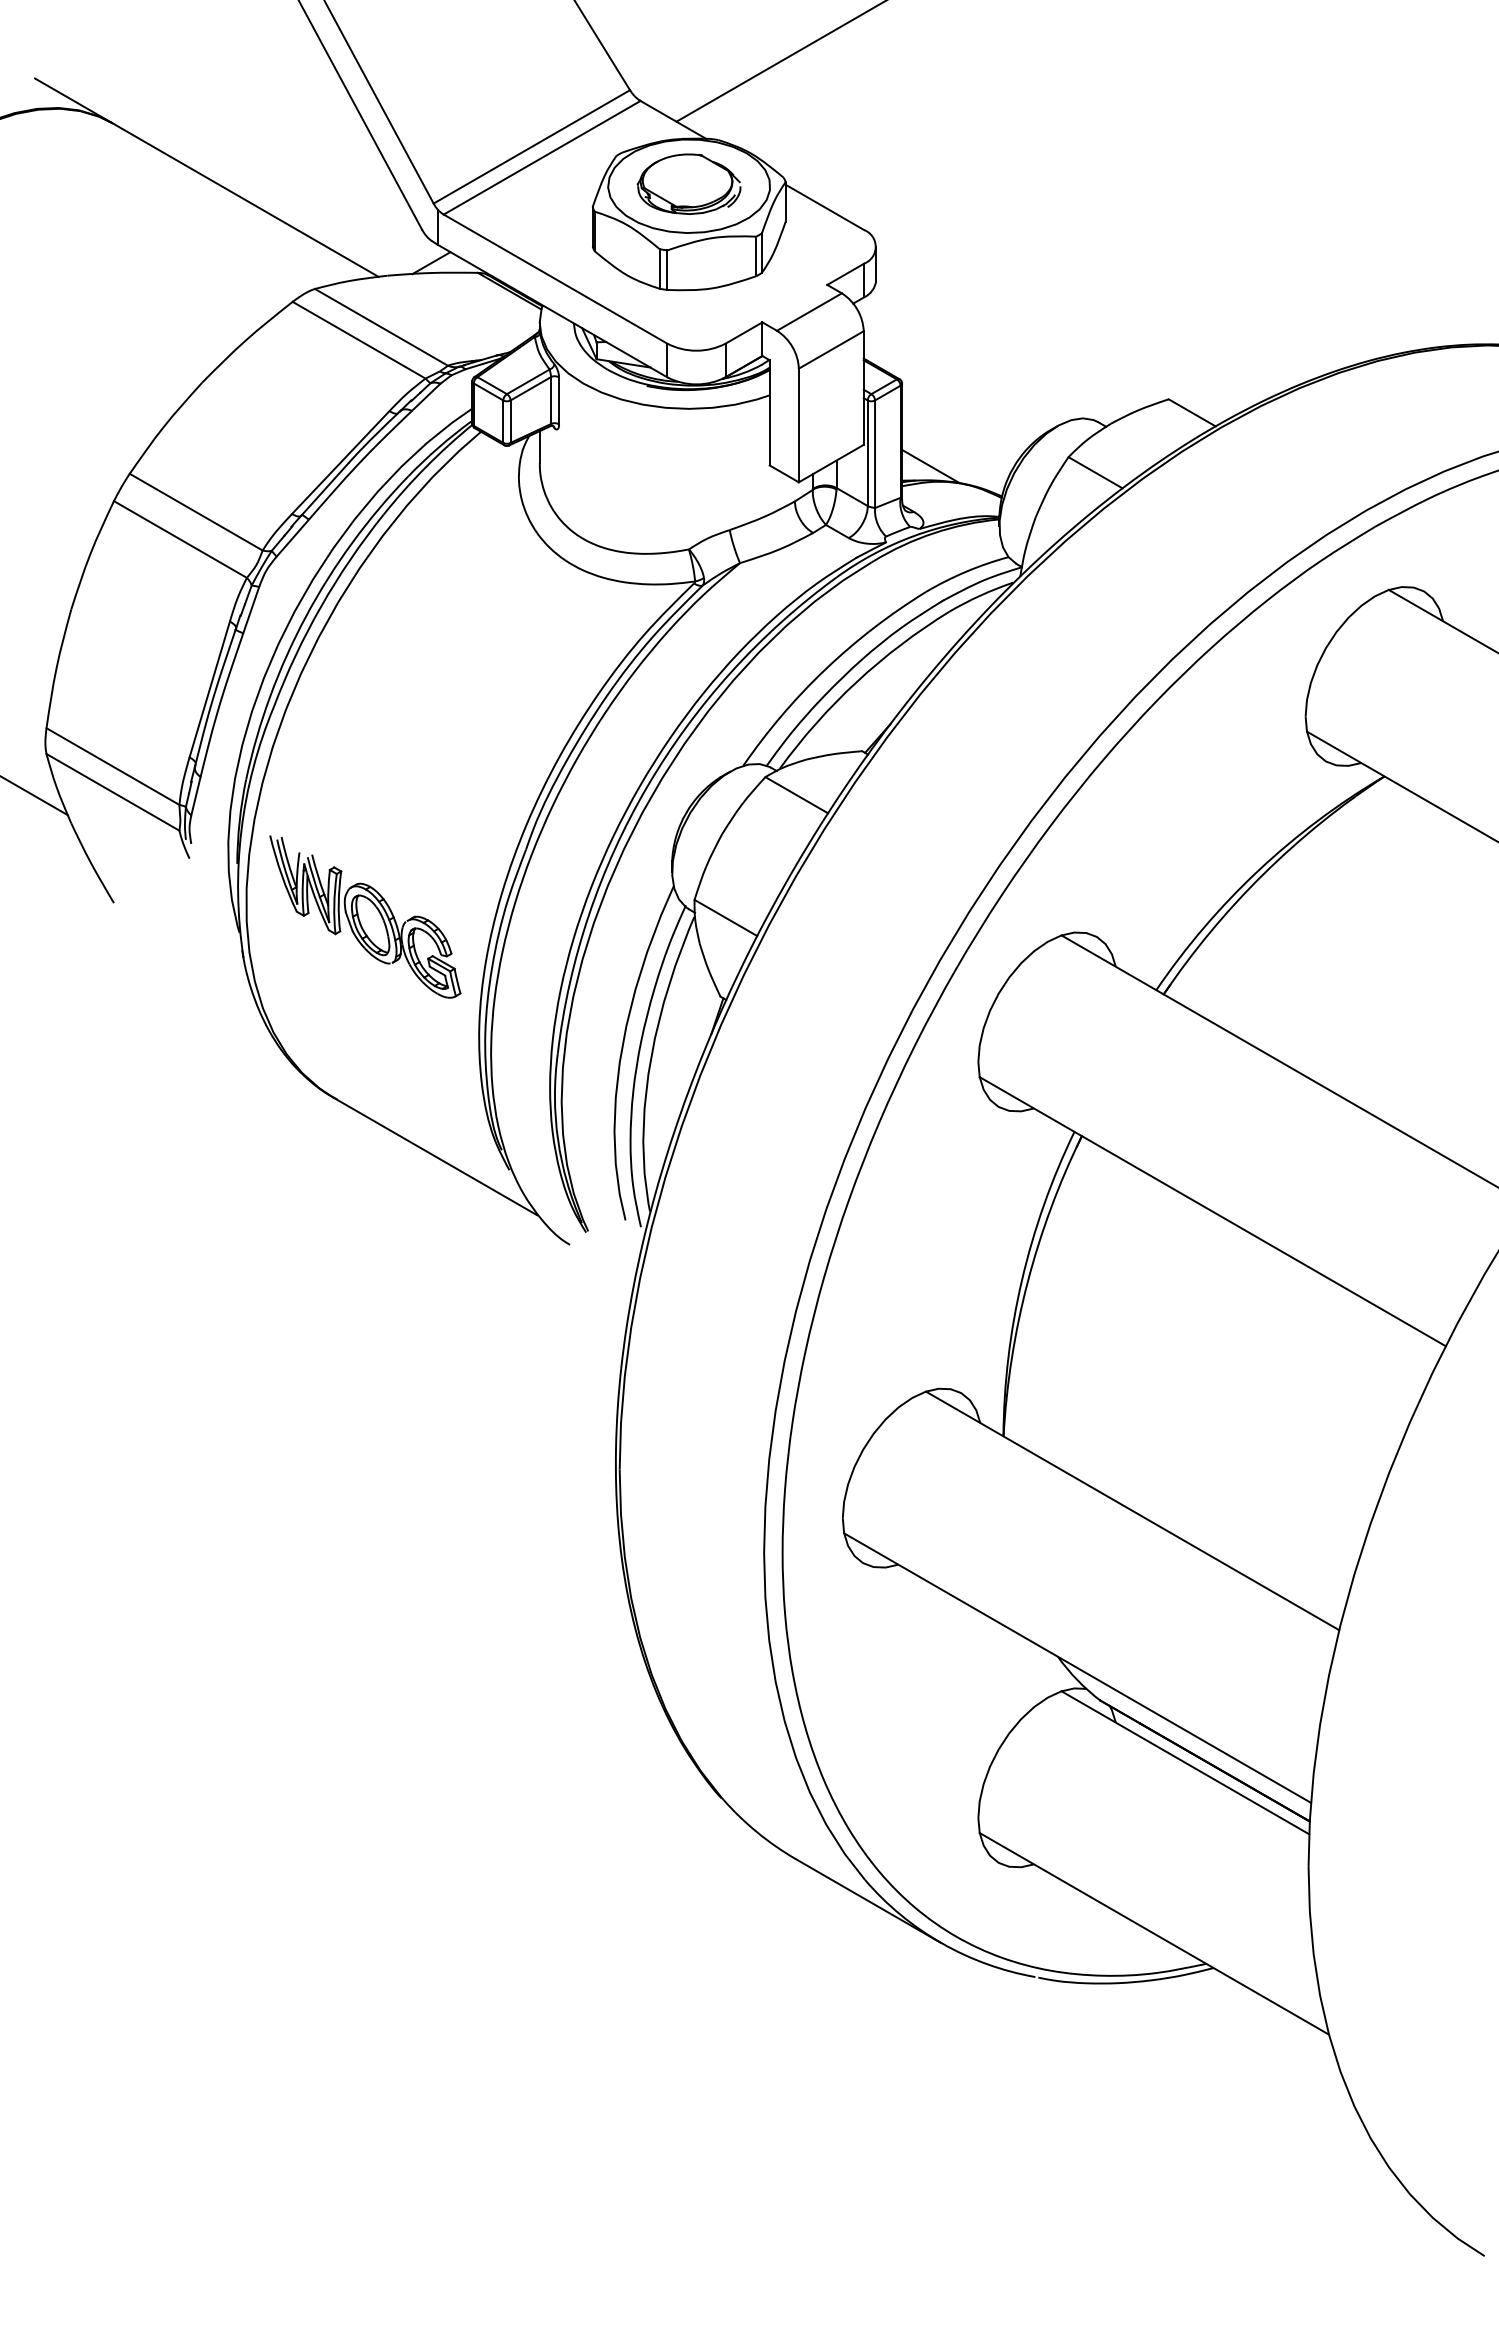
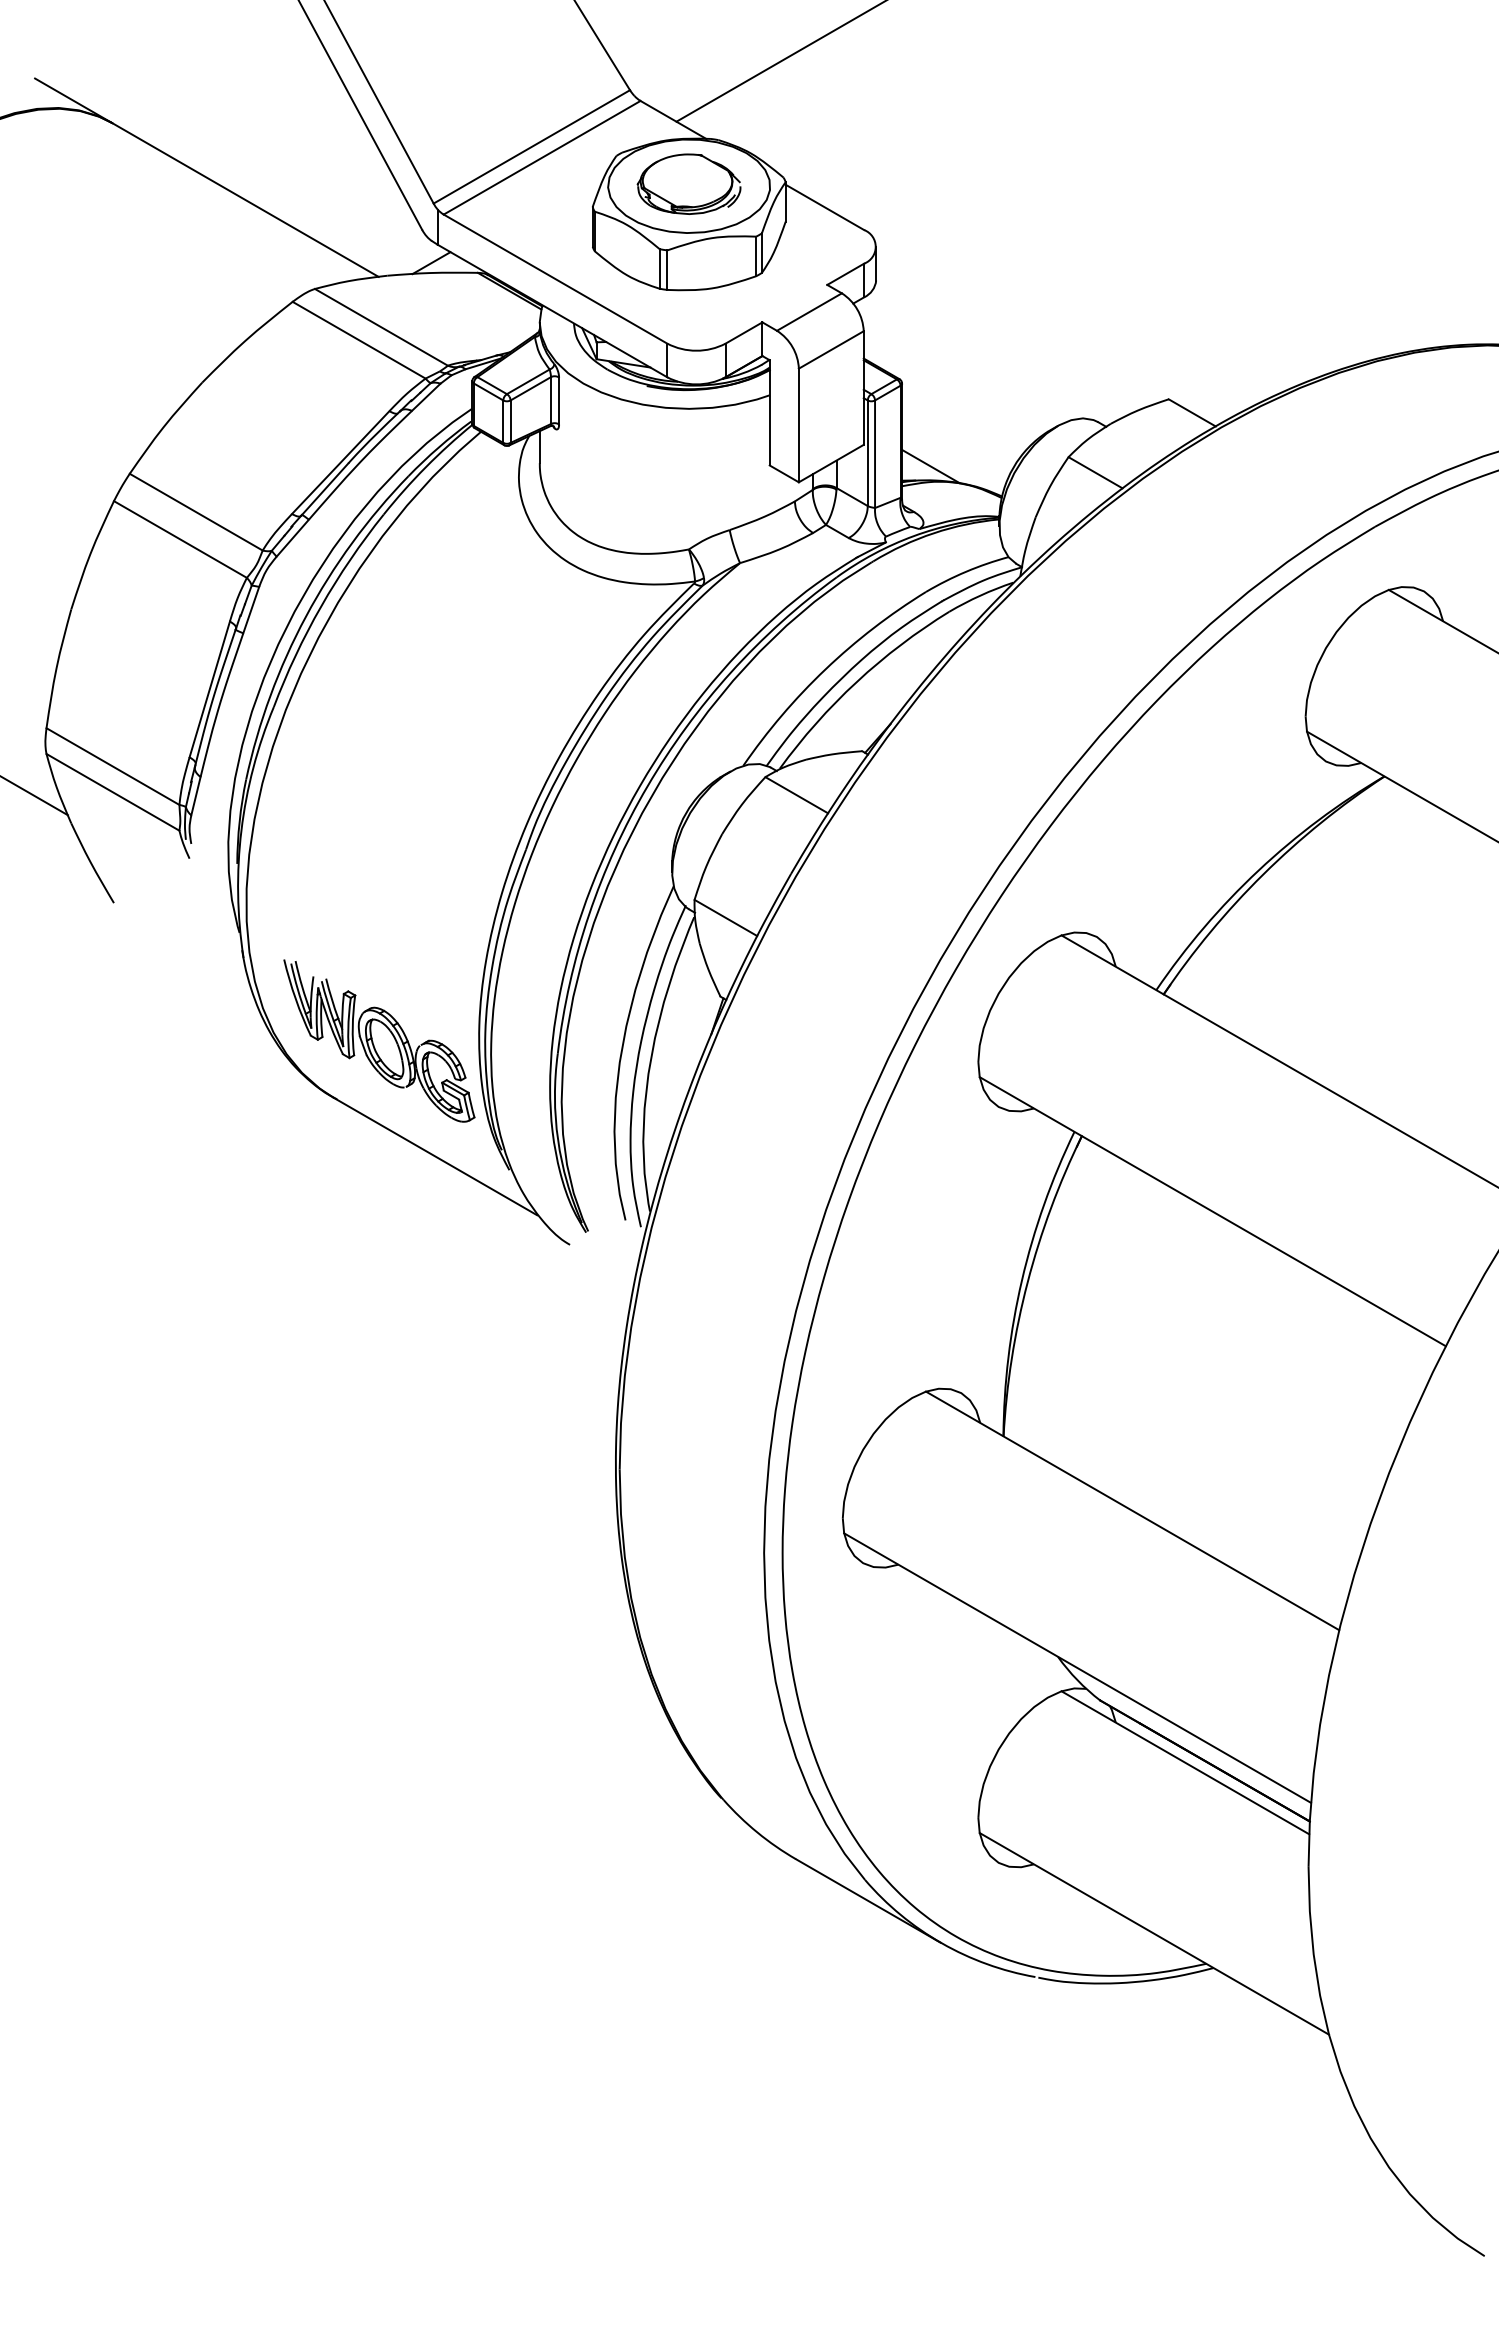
part at (365, 916) position: (365, 916) -> (379, 1040)
